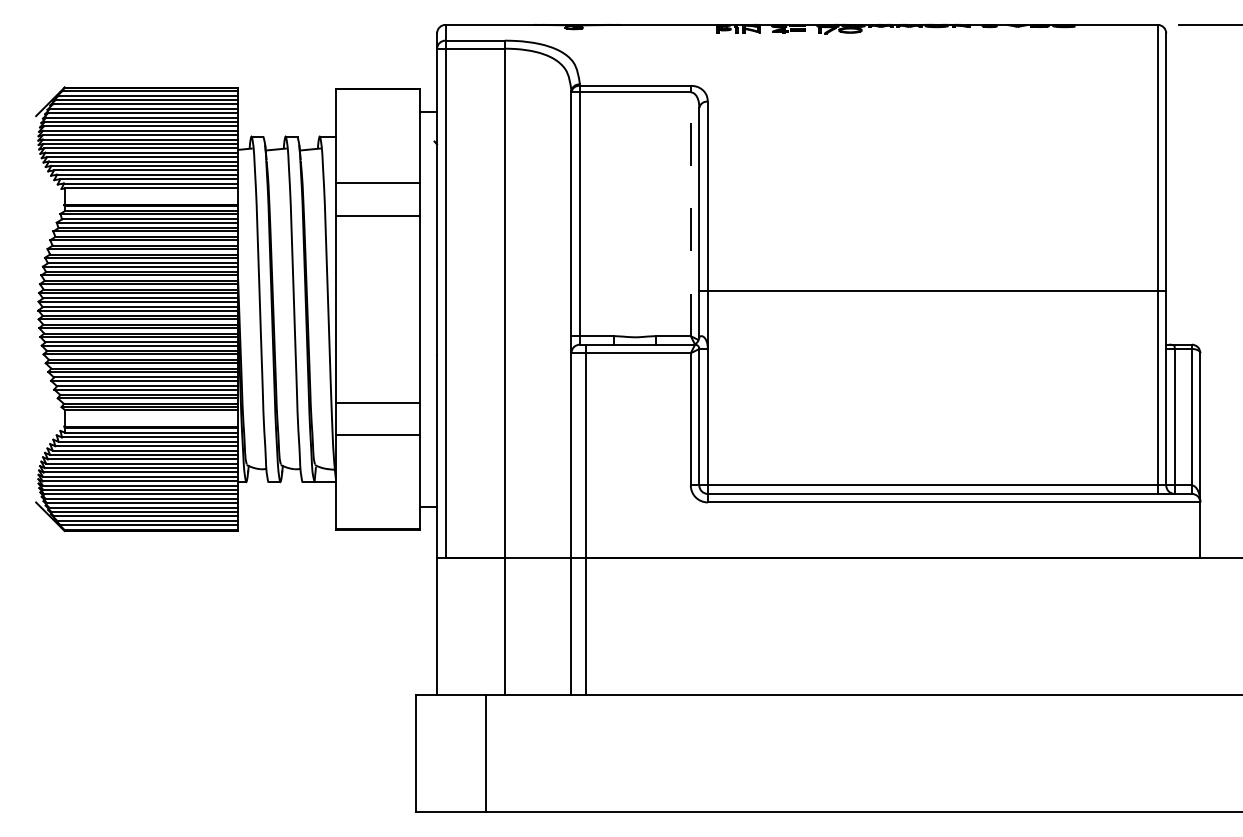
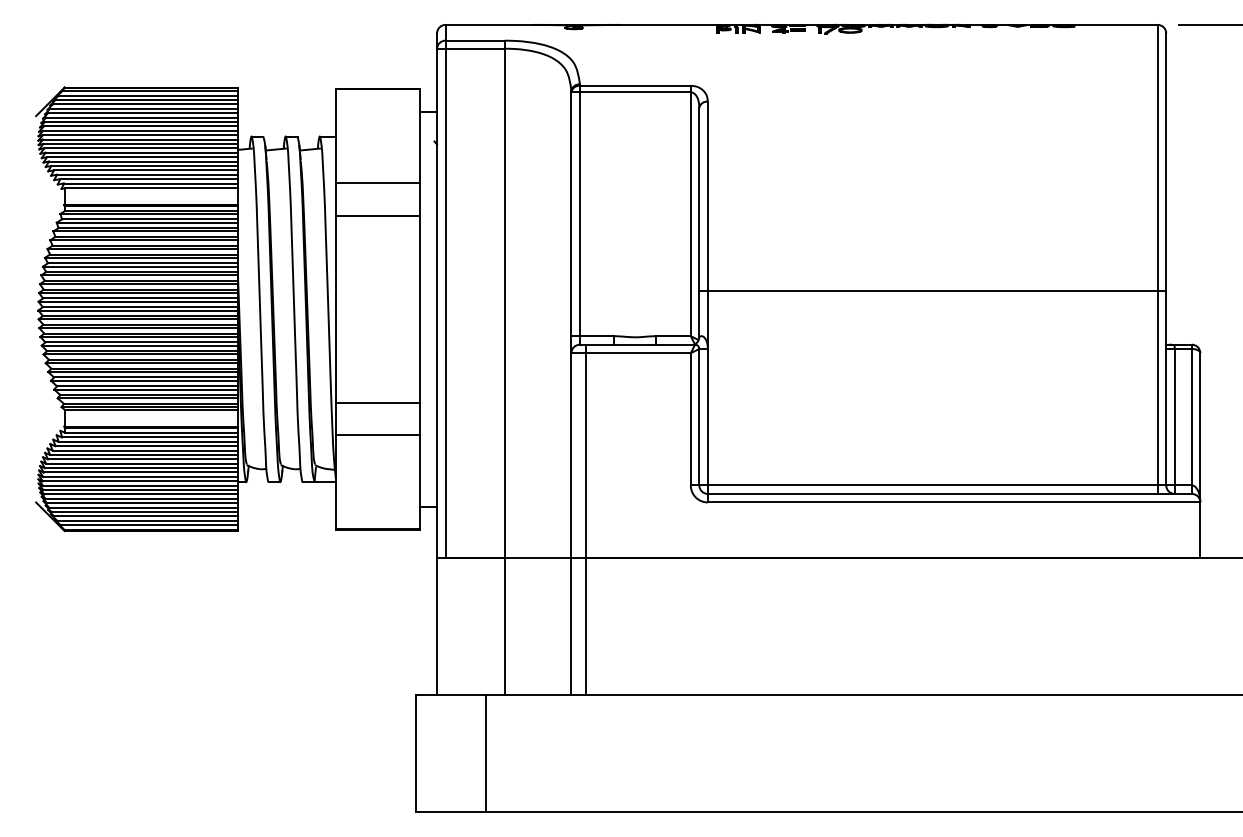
line at (690, 214): dashed -> solid
